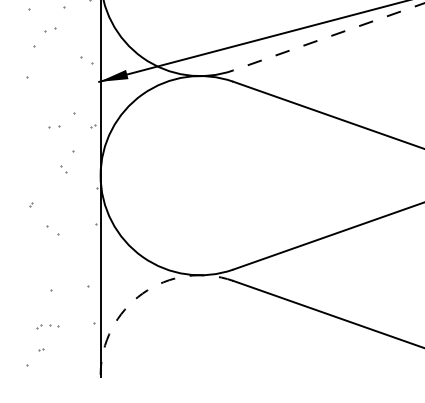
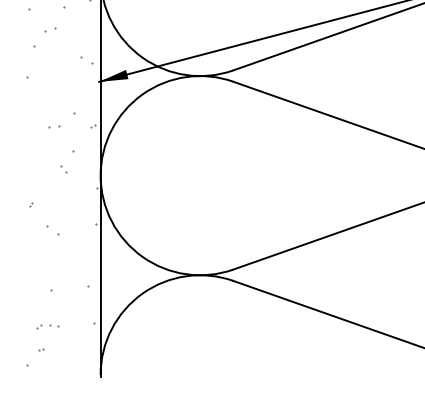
line at (328, 37): dashed -> solid
arc at (142, 293): dashed -> solid
